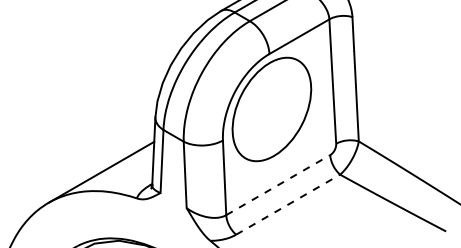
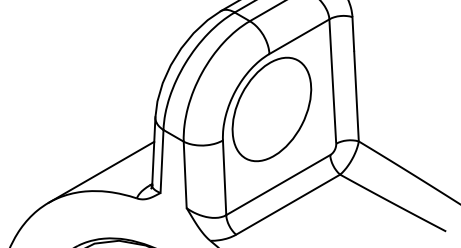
line at (278, 184): dashed -> solid
line at (288, 204): dashed -> solid
